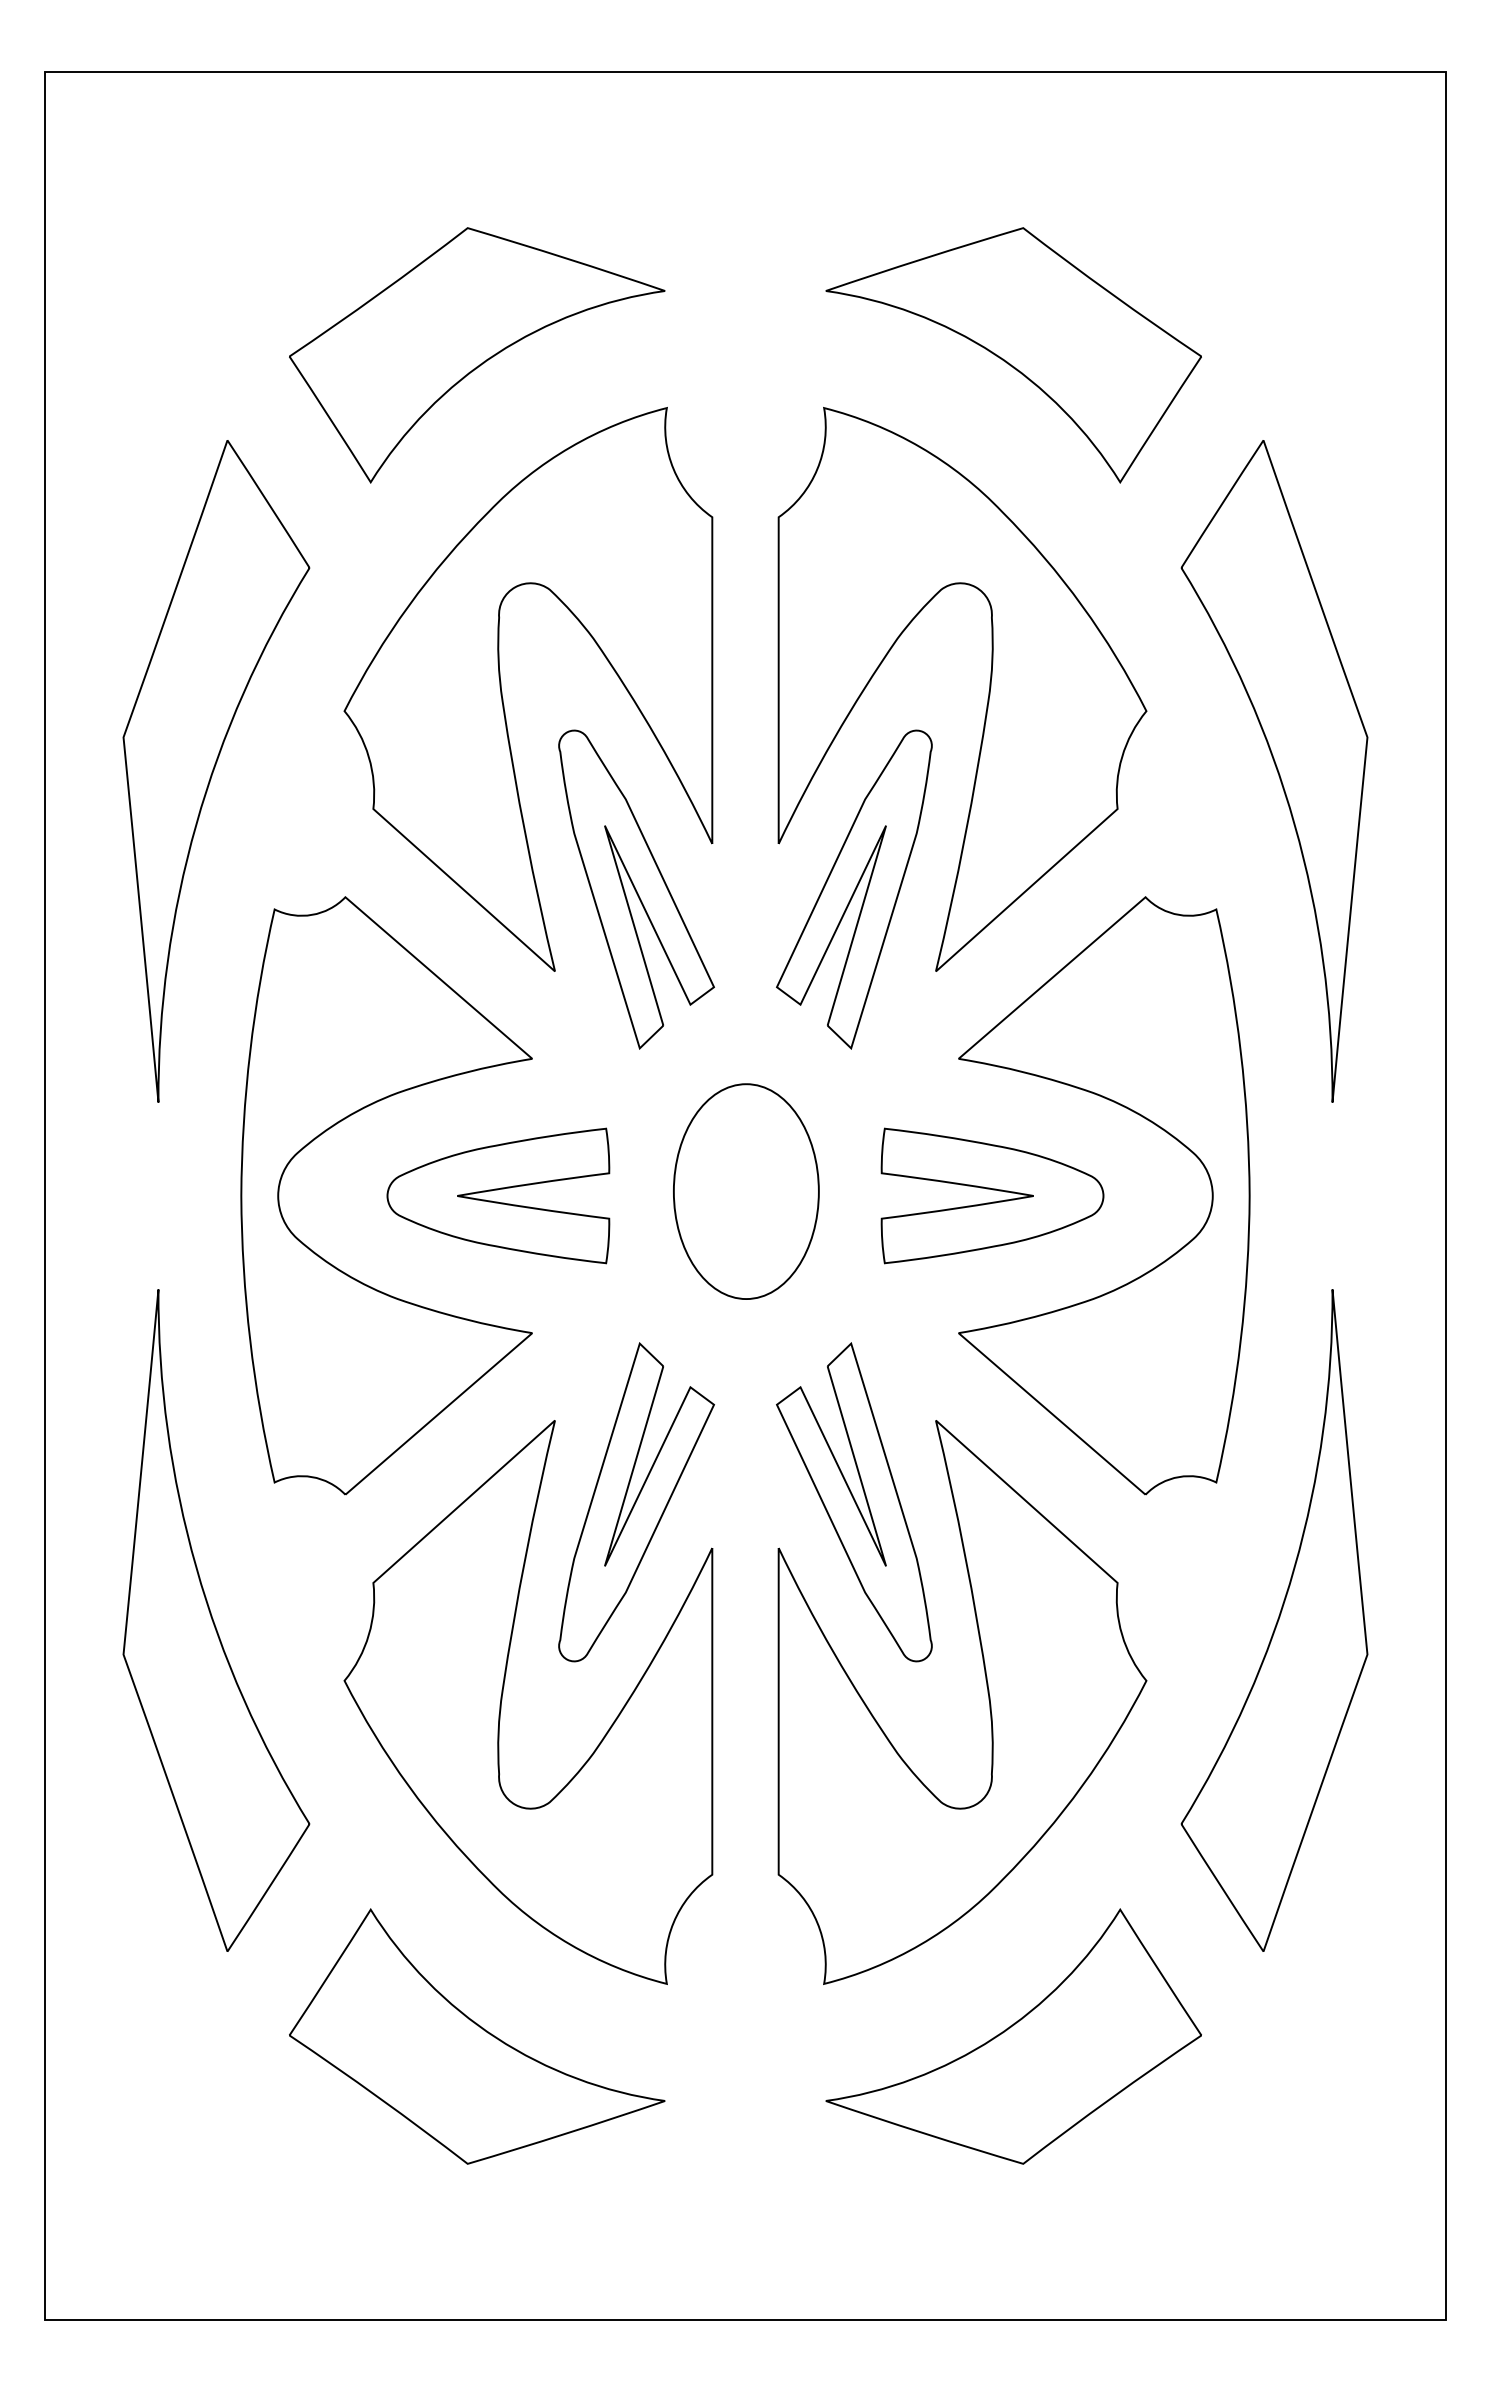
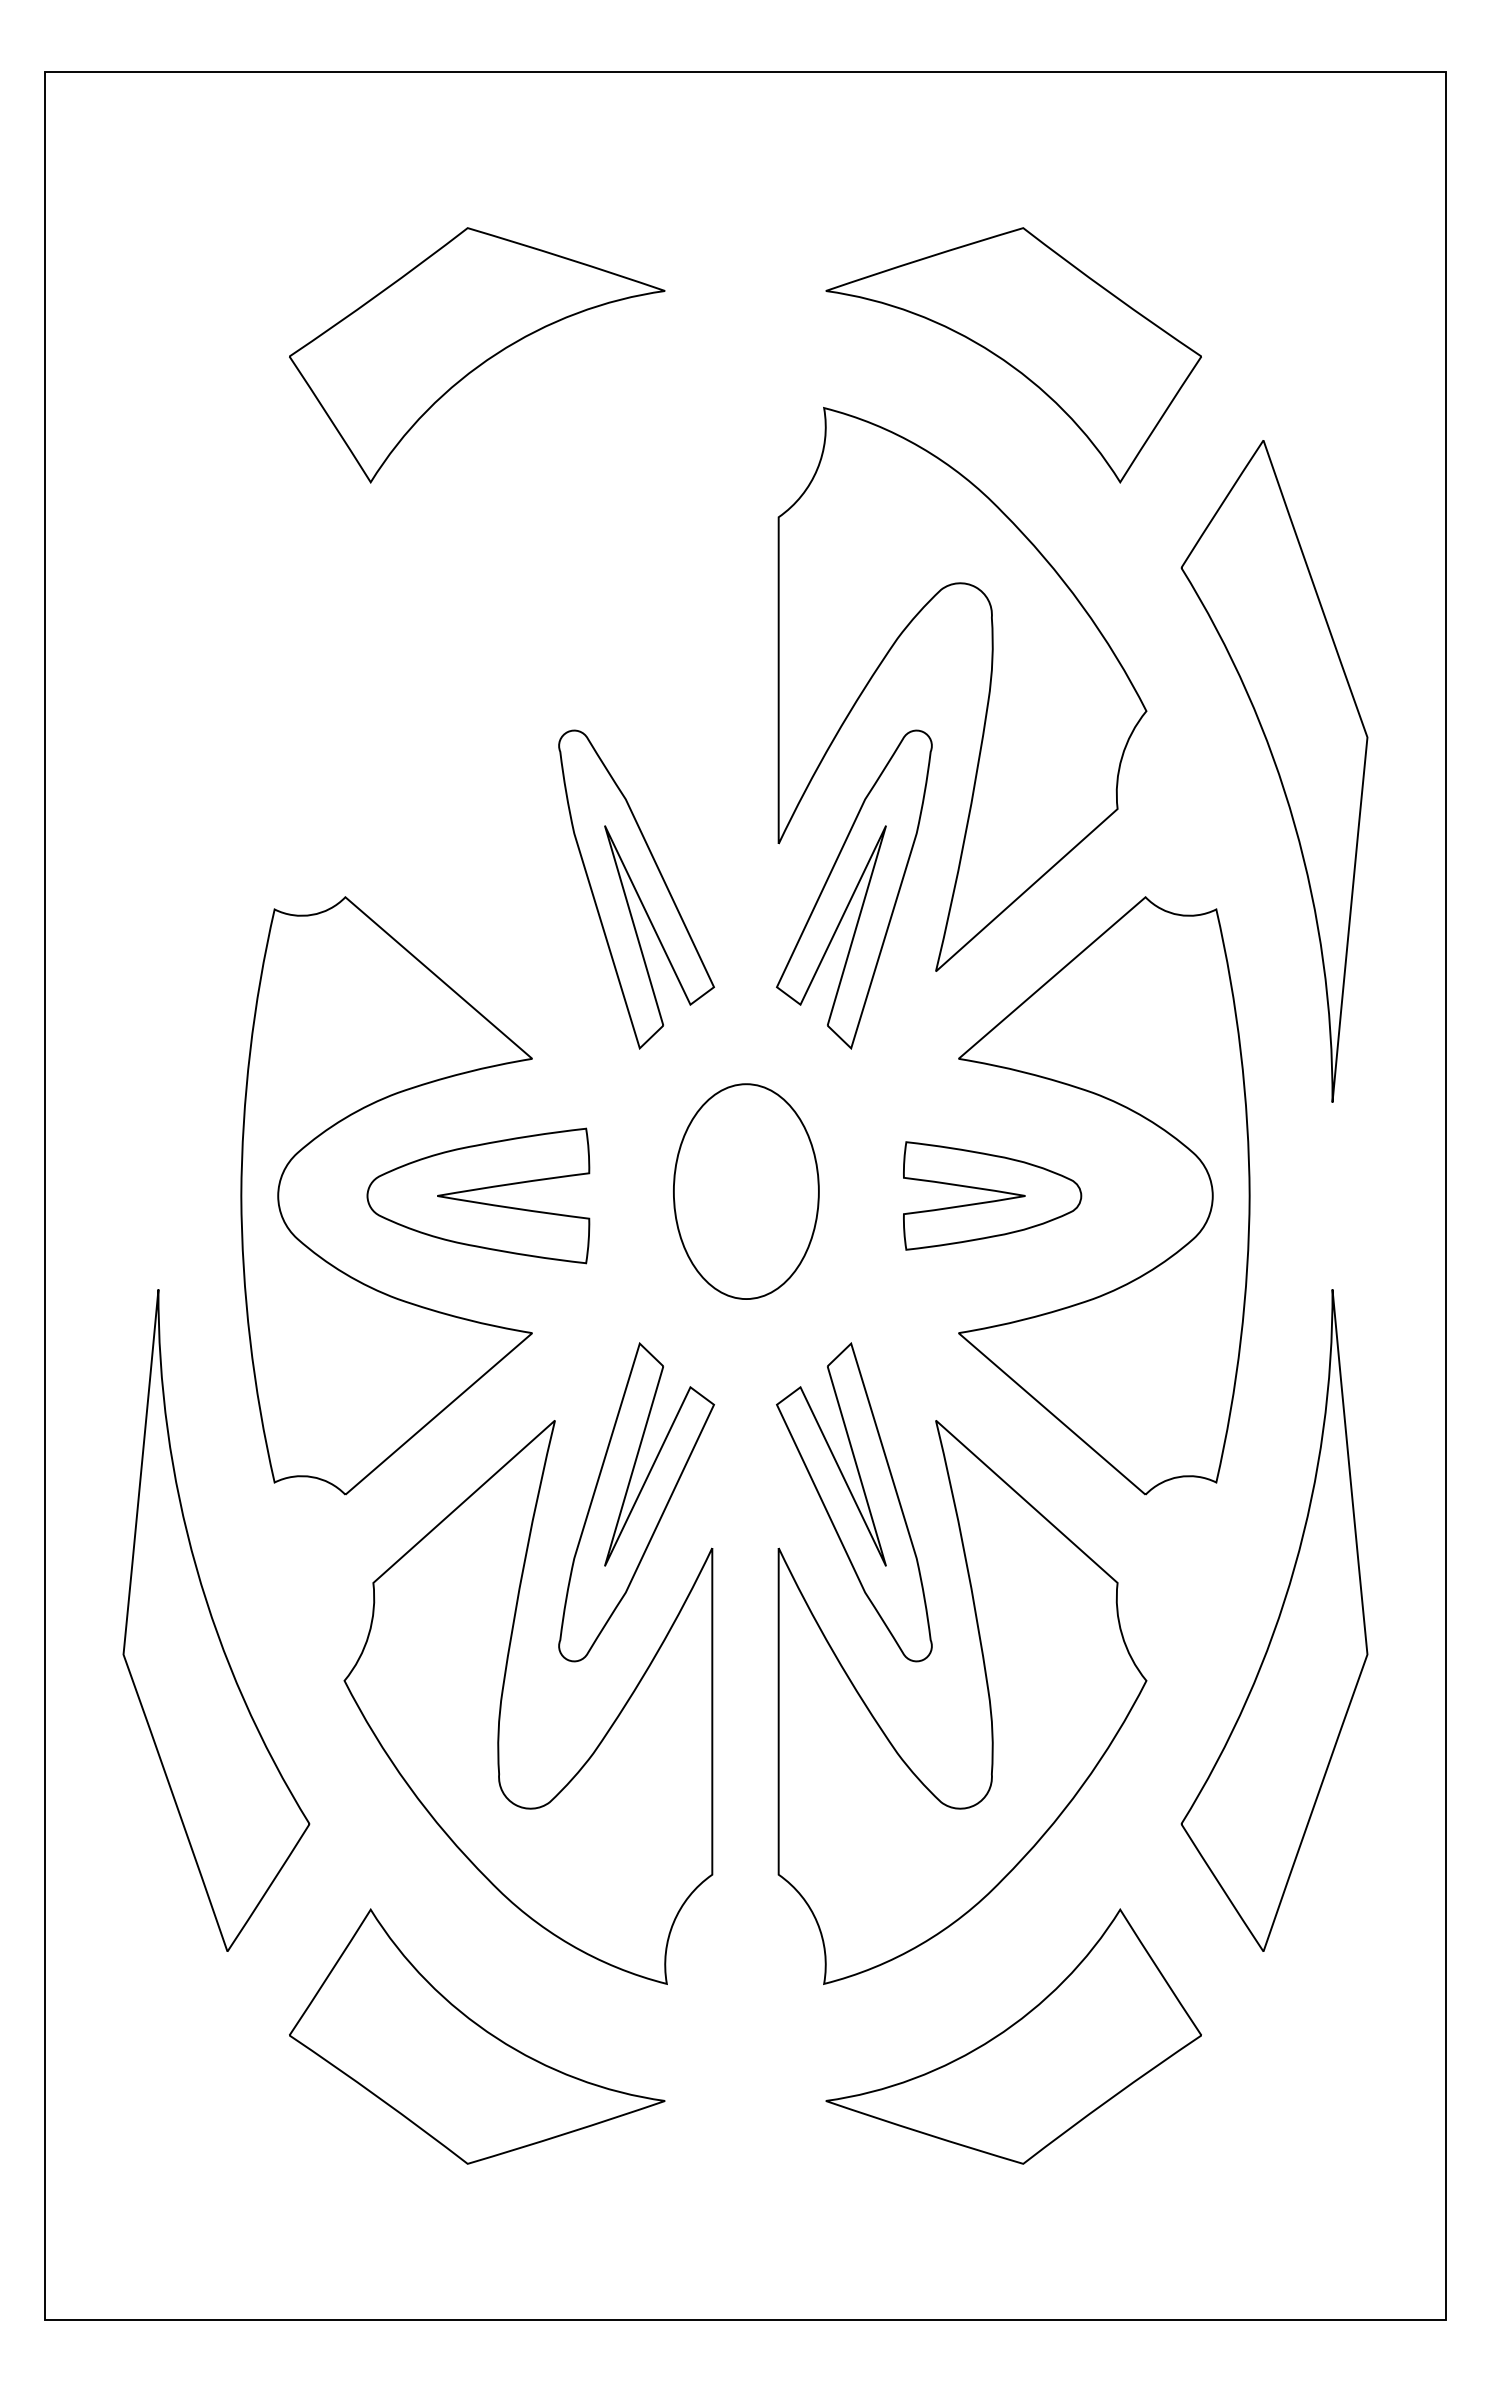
part at (502, 691): present -> none
part at (216, 771): present -> none
part at (498, 1195) position: (498, 1195) -> (478, 1195)
part at (992, 1195) size: 225x138 px -> 180x110 px
